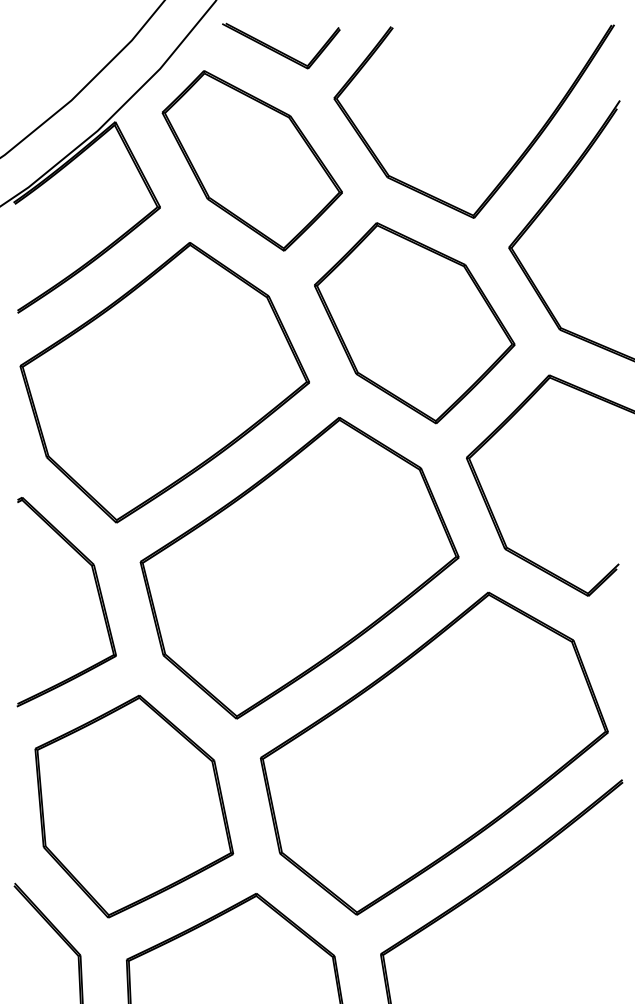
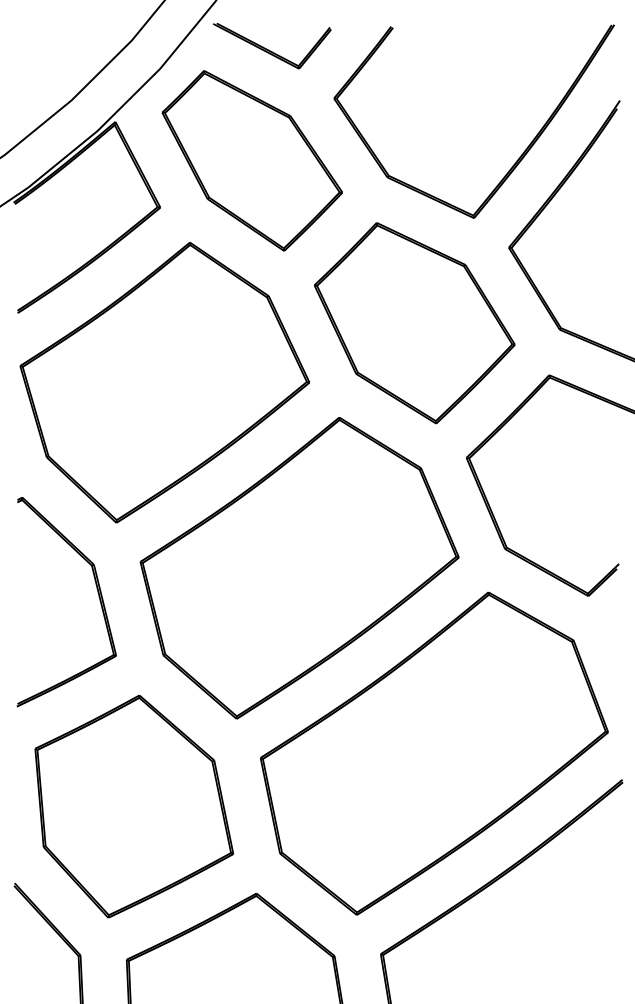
part at (281, 45) position: (281, 45) -> (272, 45)
